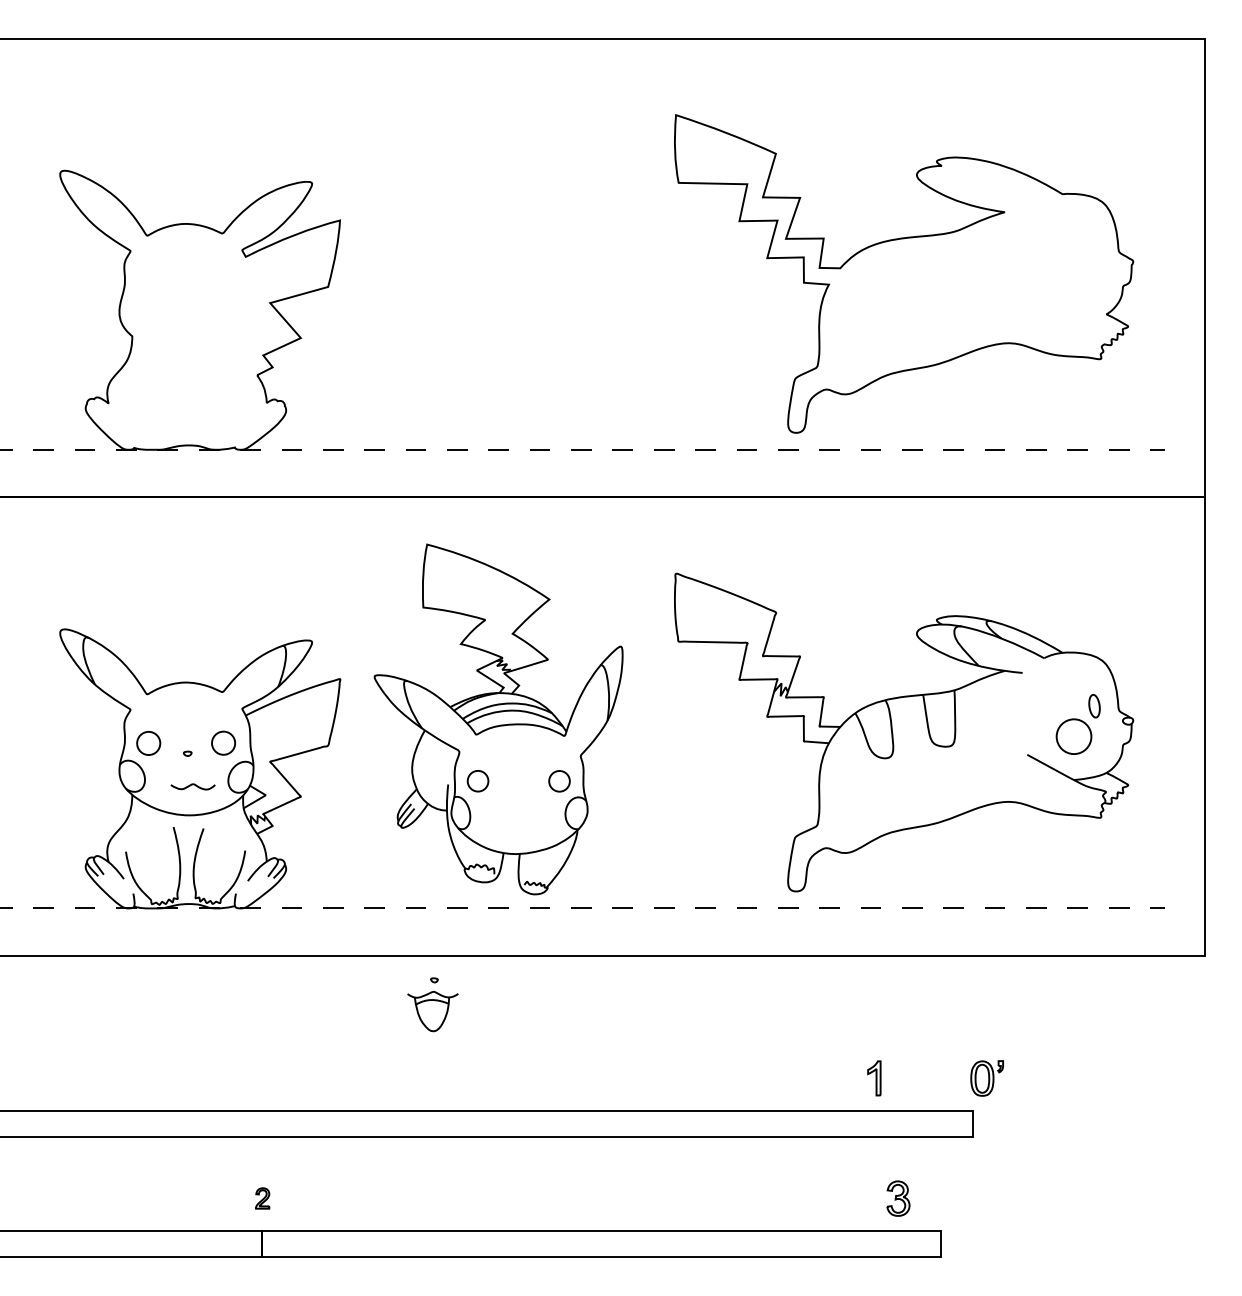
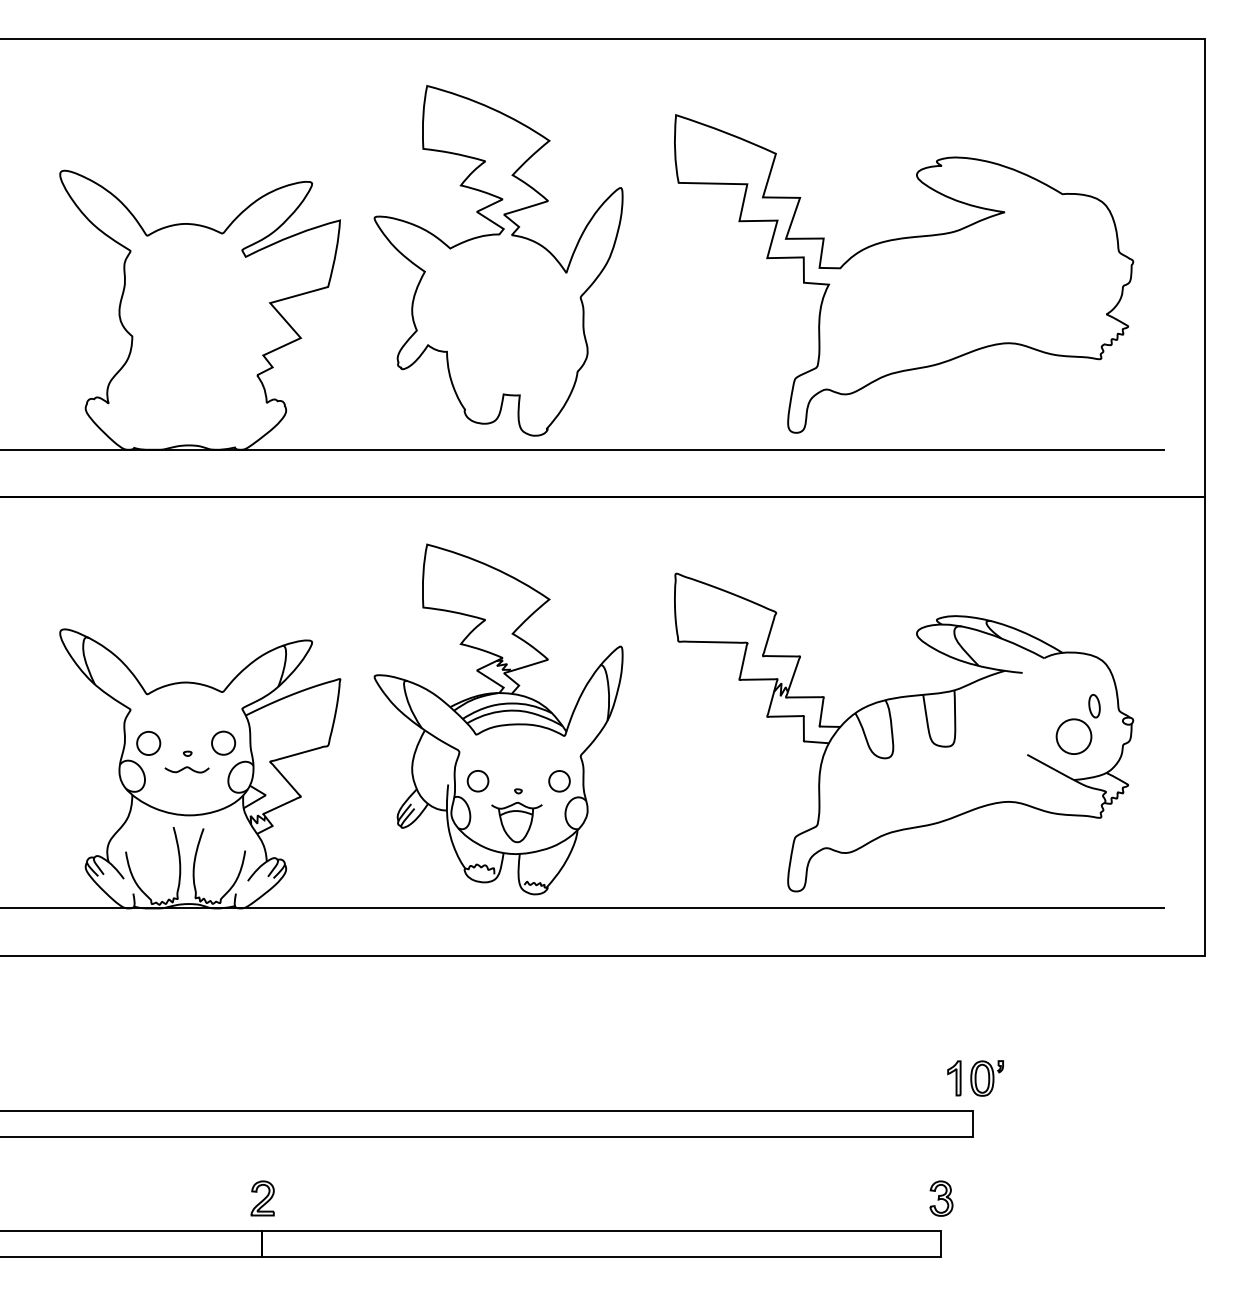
part at (498, 260): none -> present
line at (582, 449): dashed -> solid
curve at (192, 785) position: (192, 785) -> (186, 768)
line at (582, 908): dashed -> solid
part at (432, 1004) position: (432, 1004) -> (516, 815)
part at (874, 1078) position: (874, 1078) -> (954, 1078)
part at (262, 1198) size: 16x23 px -> 25x37 px
part at (898, 1198) position: (898, 1198) -> (941, 1198)
